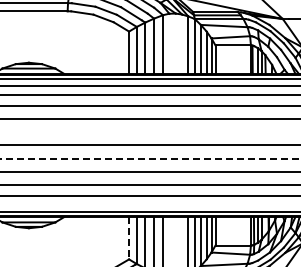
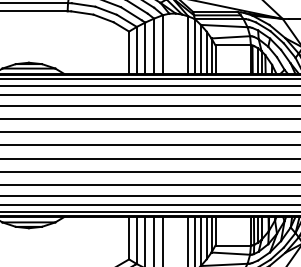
line at (149, 132): none -> present
line at (150, 158): dashed -> solid
line at (149, 205): none -> present
line at (129, 238): dashed -> solid
